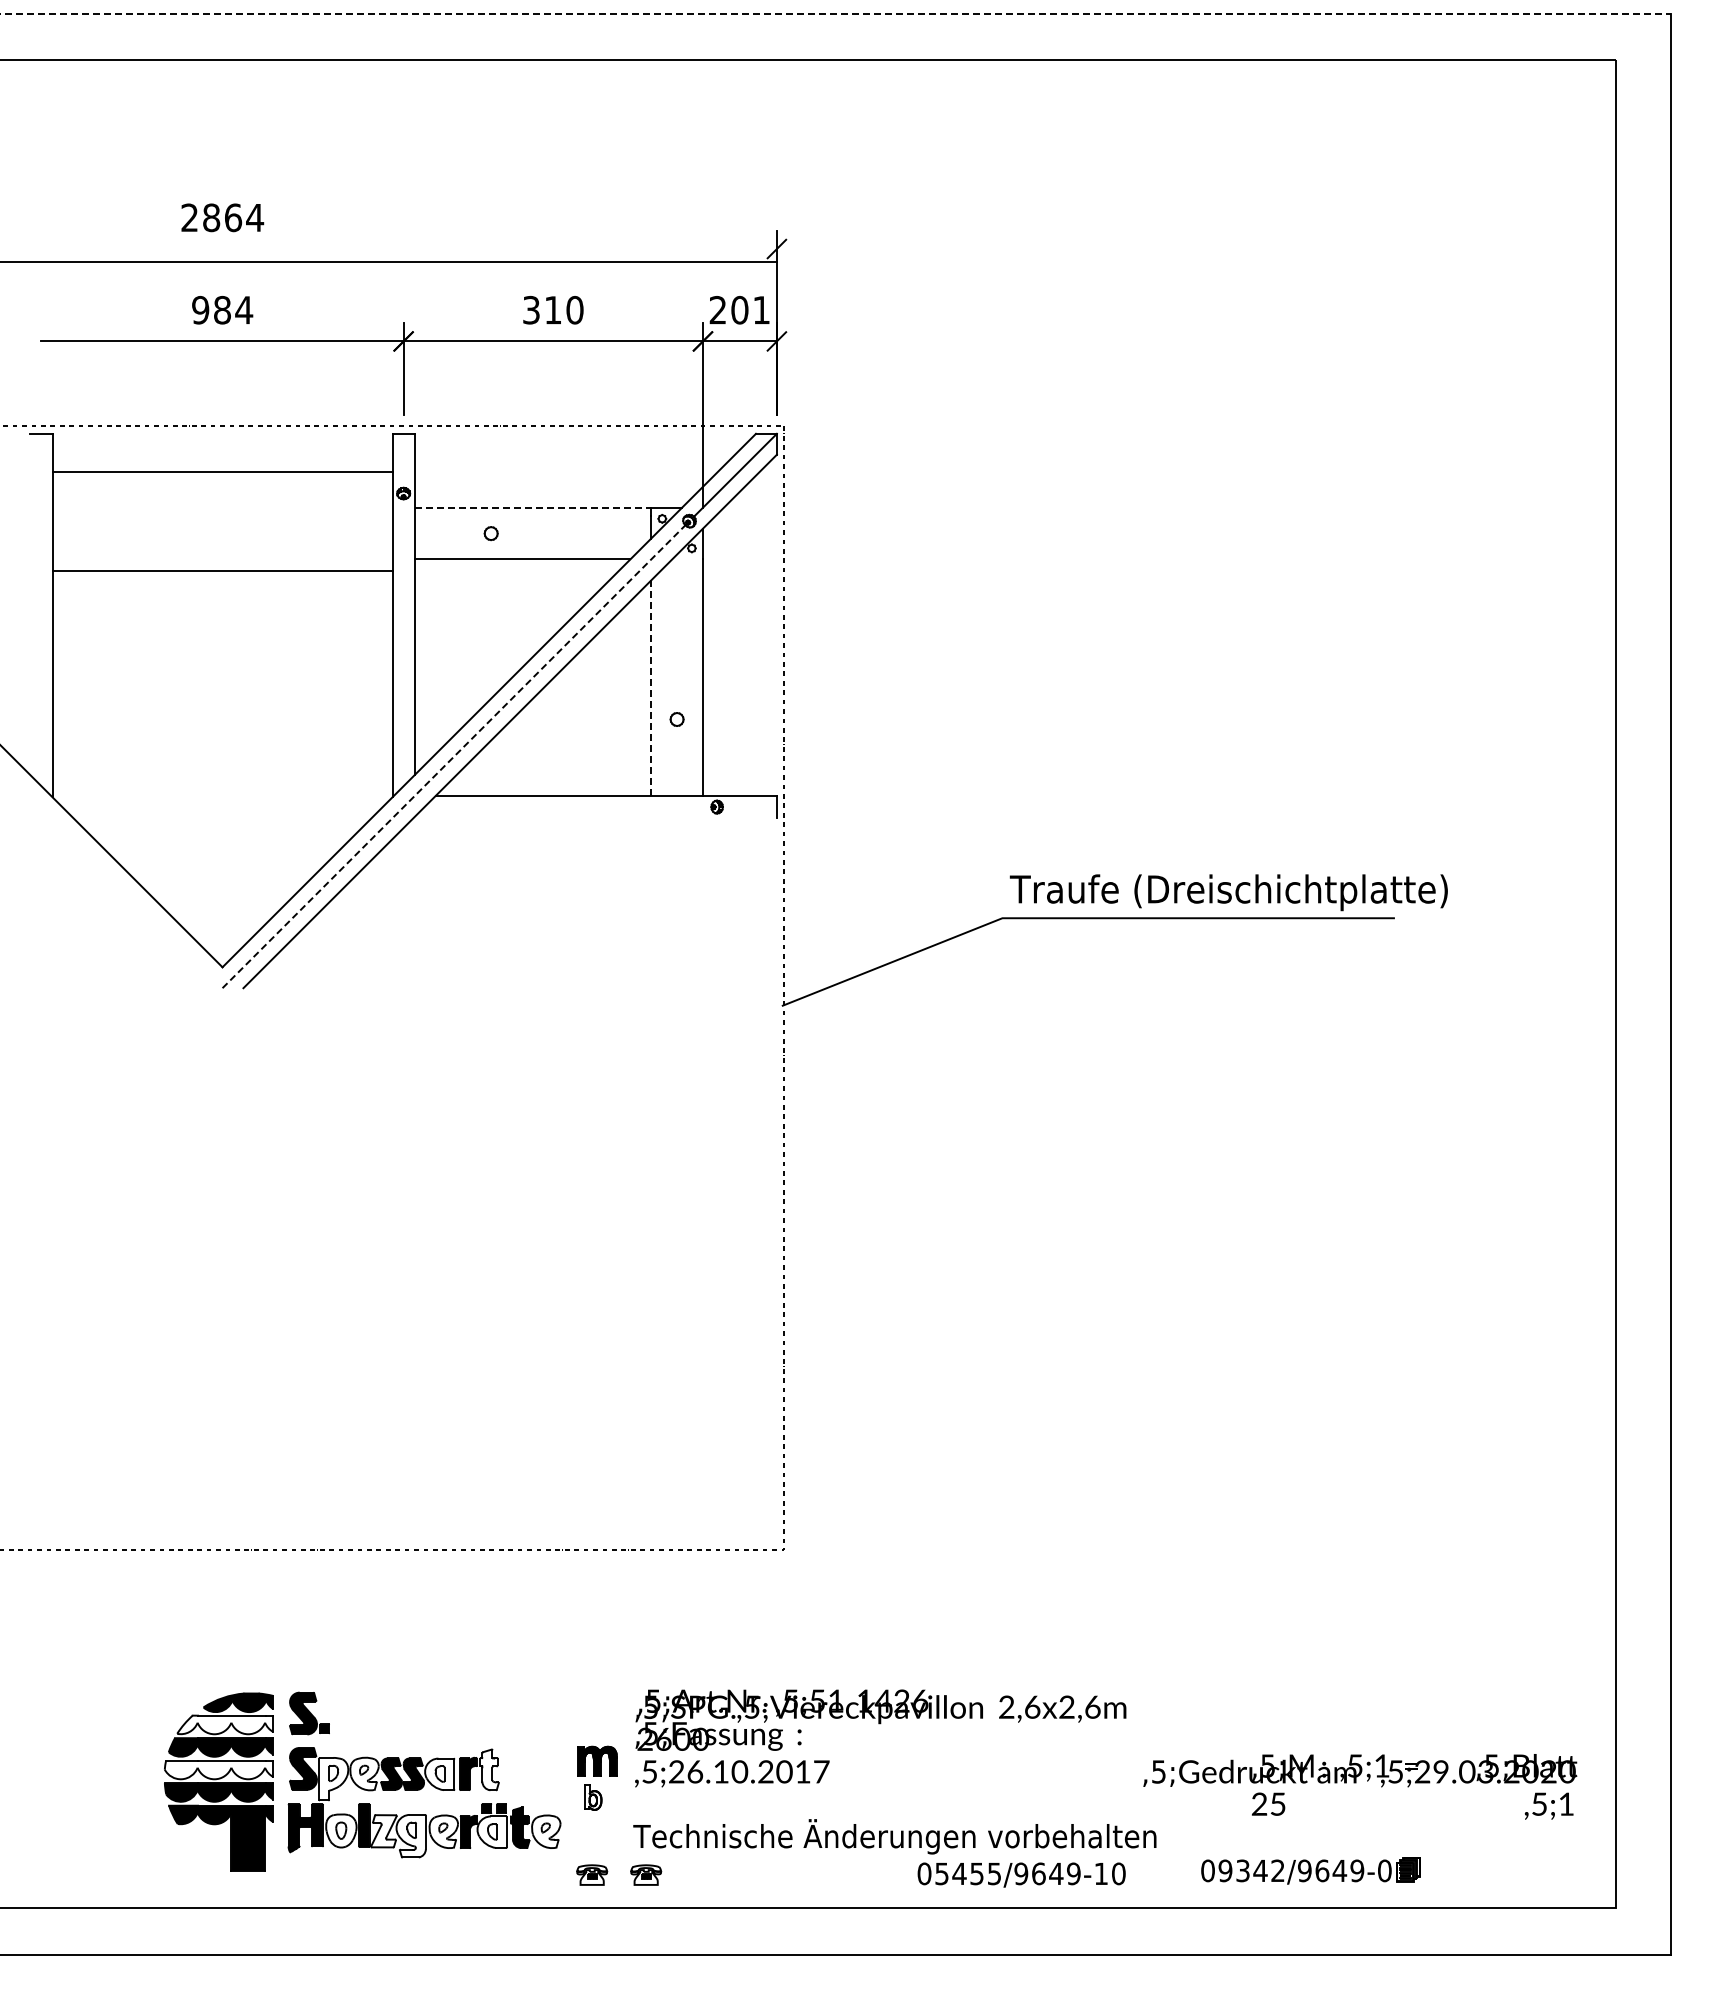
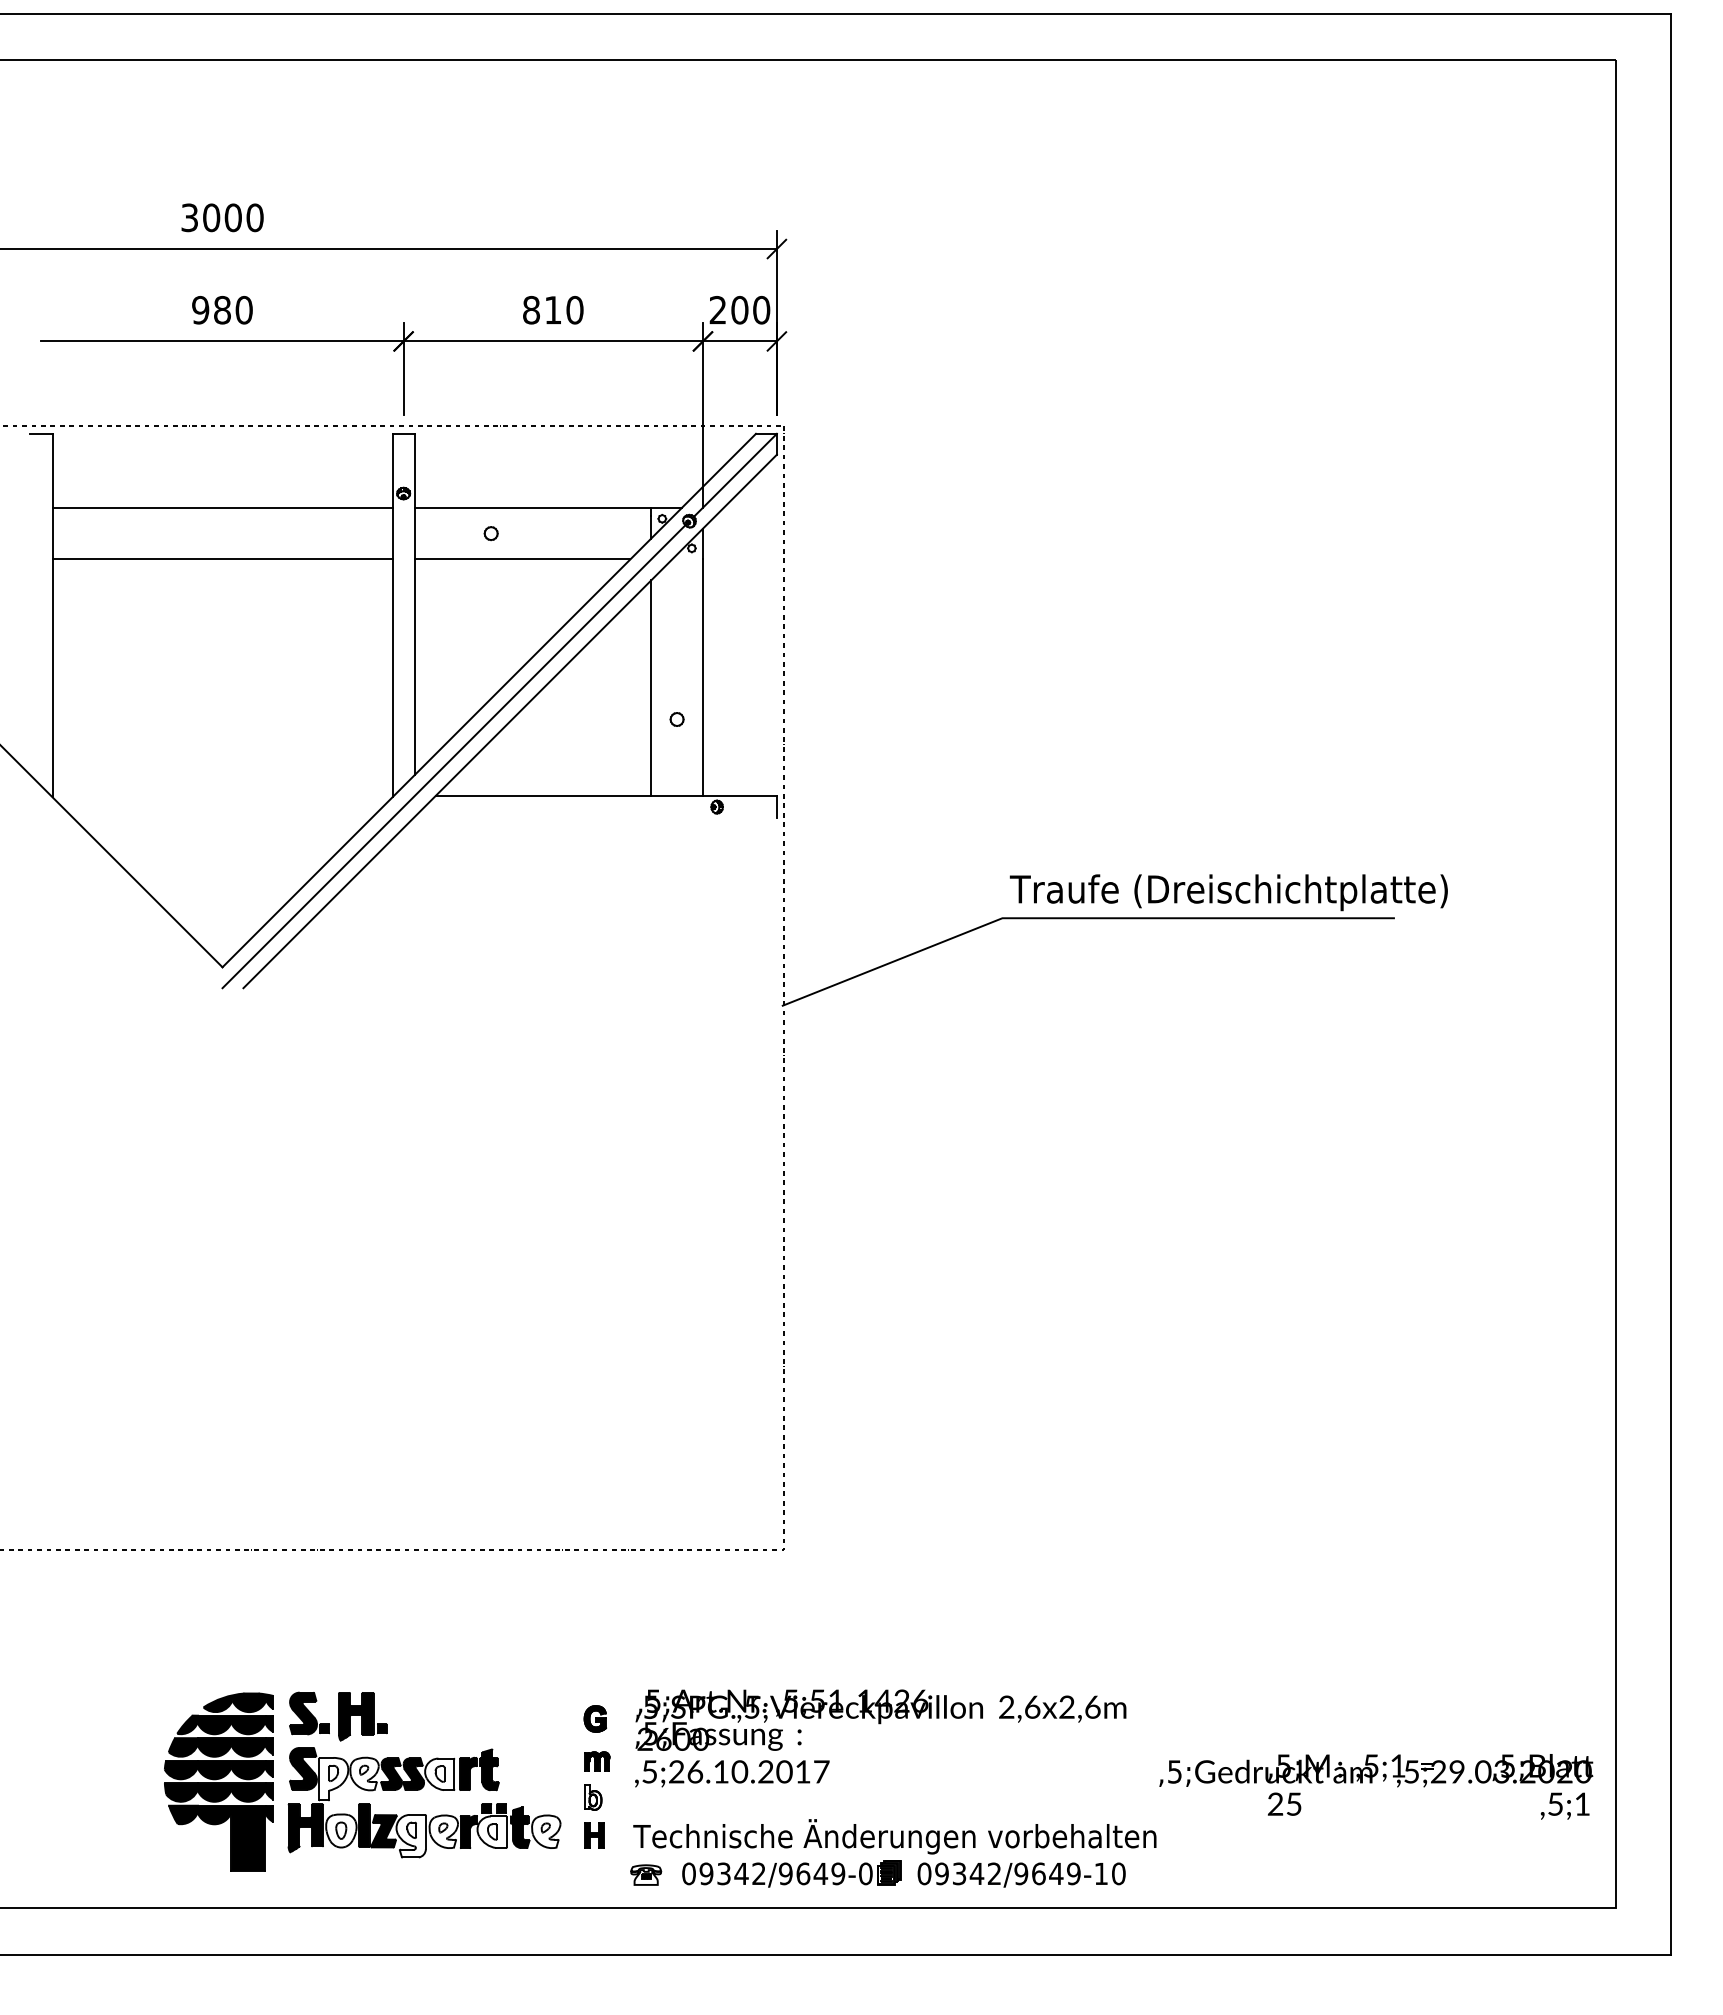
line at (836, 14): dashed -> solid
text at (222, 217): 2864 -> 3000
line at (389, 262) position: (389, 262) -> (389, 249)
text at (244, 309): 984 -> 980
text at (761, 309): 201 -> 200
text at (531, 310): 310 -> 810
line at (222, 471) position: (222, 471) -> (222, 507)
line at (533, 507): dashed -> solid
line at (222, 571) position: (222, 571) -> (222, 559)
line at (651, 688): dashed -> solid
line at (454, 756): dashed -> solid
part at (362, 1716): none -> present
part at (594, 1718): none -> present
fill at (225, 1724): none -> present
part at (597, 1760) size: 41x32 px -> 27x21 px
fill at (218, 1769): none -> present
fill at (489, 1769): none -> present
text at (1360, 1786) position: (1360, 1786) -> (1376, 1786)
fill at (383, 1831): none -> present
part at (594, 1835): none -> present
part at (1310, 1870) position: (1310, 1870) -> (791, 1873)
text at (967, 1873): 05455/9649-10 -> 09342/9649-10
part at (592, 1874): present -> none
